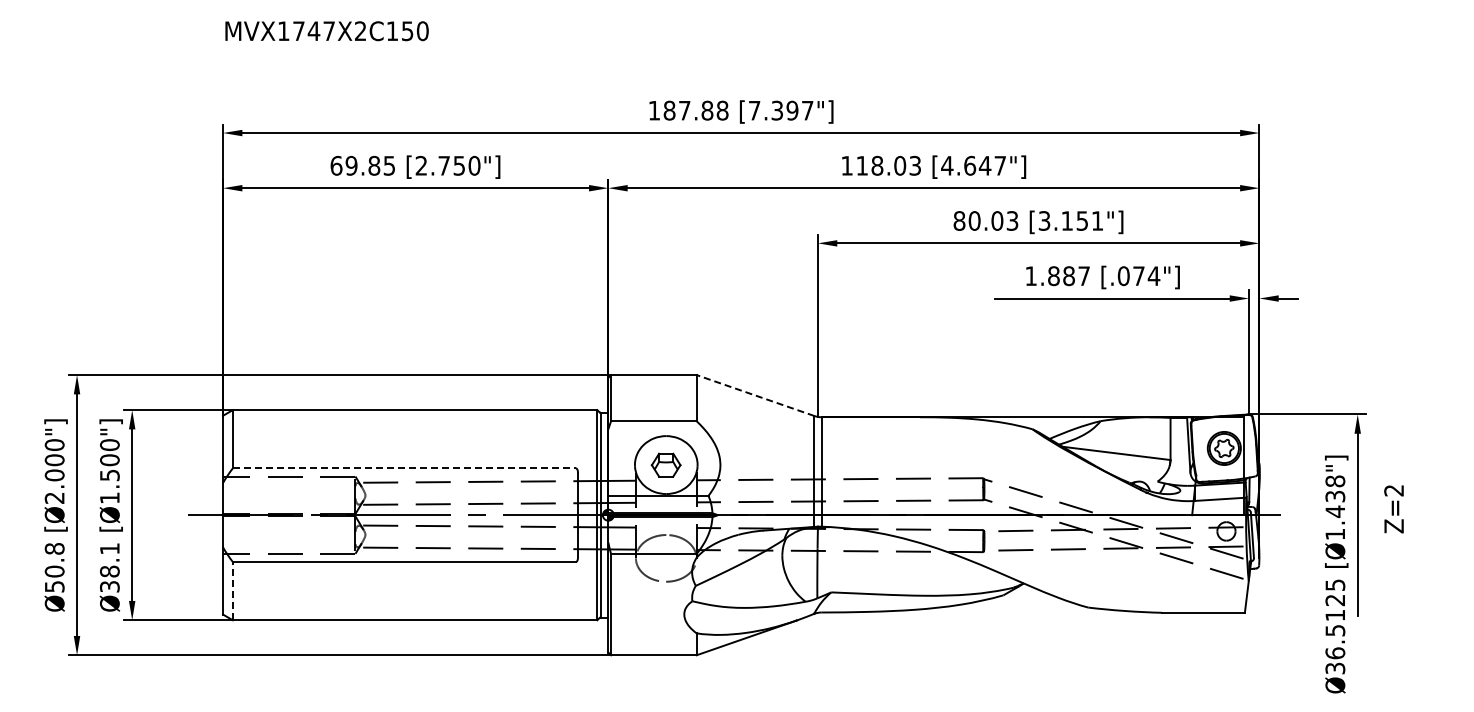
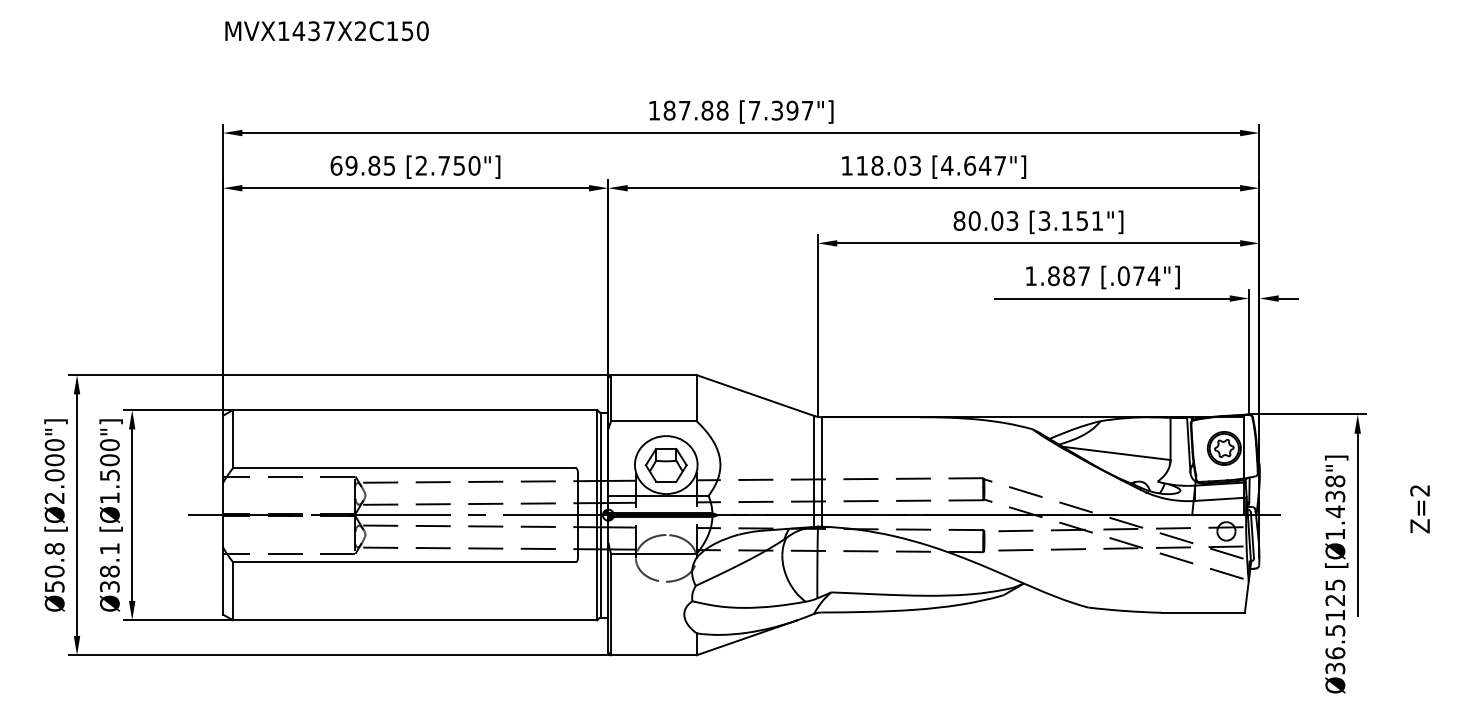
text at (306, 31): MVX1747X2C150 -> MVX1437X2C150
line at (755, 395): dashed -> solid
part at (665, 464) size: 32x26 px -> 44x36 px
line at (404, 468): dashed -> solid
text at (1393, 509) position: (1393, 509) -> (1419, 509)
line at (232, 590): dashed -> solid
